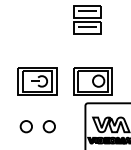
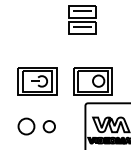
part at (87, 19) position: (87, 19) -> (82, 19)
part at (25, 126) size: 14x14 px -> 19x19 px
